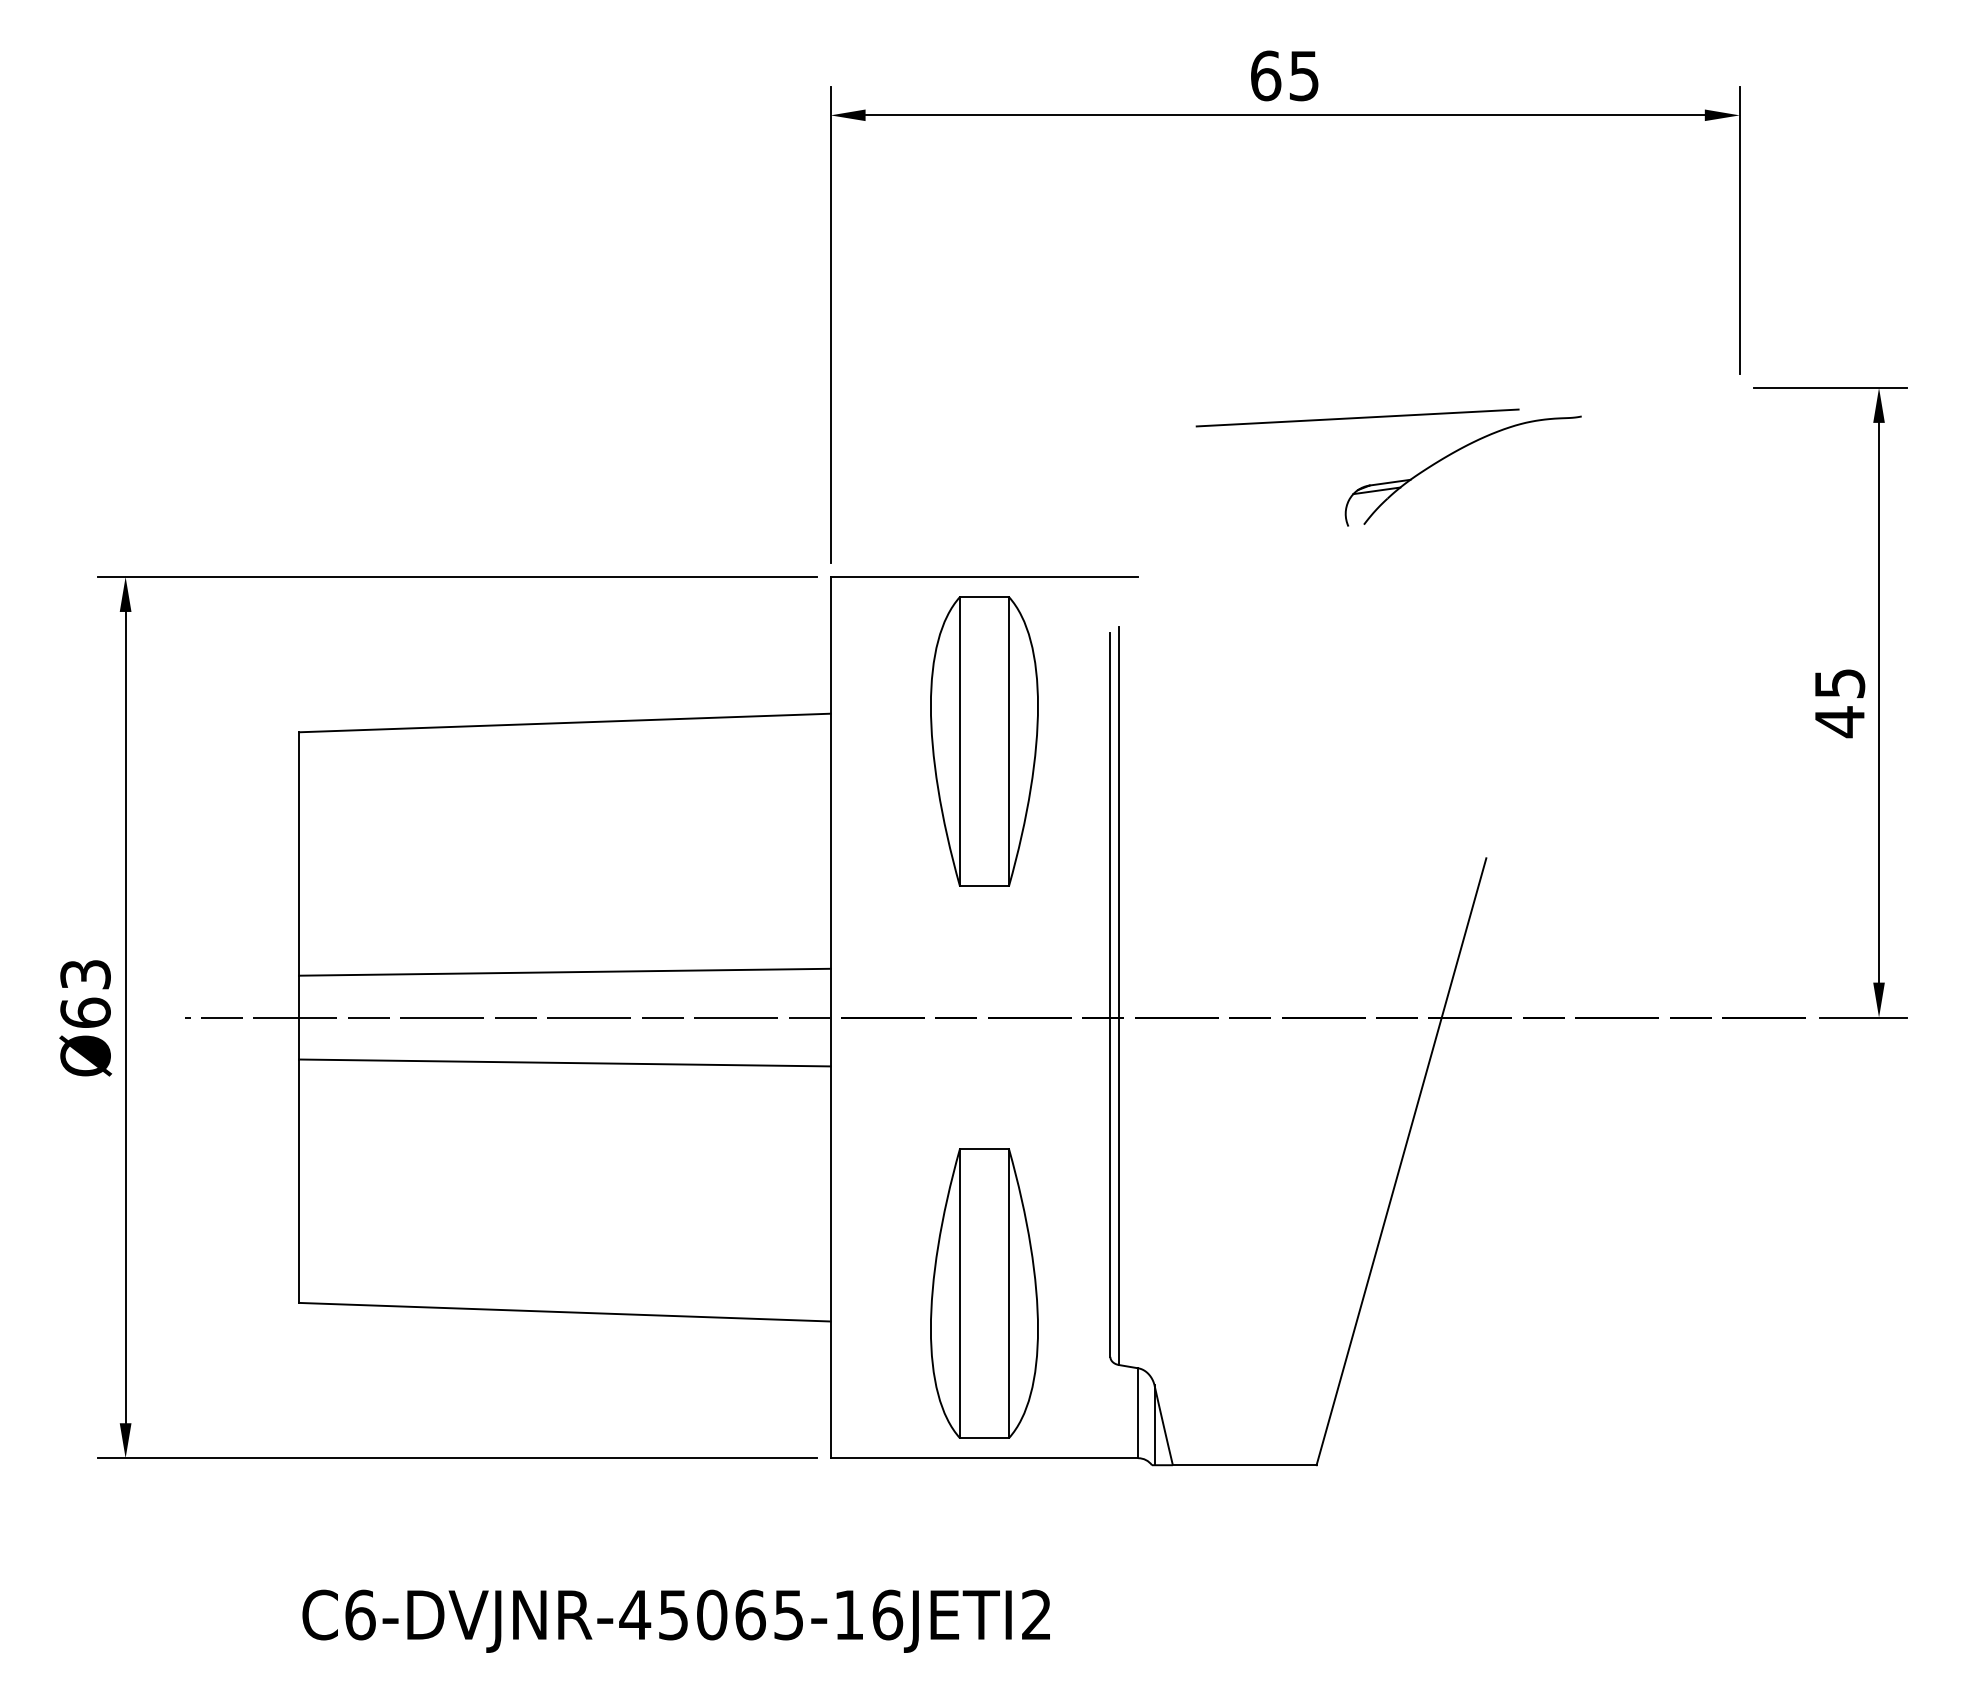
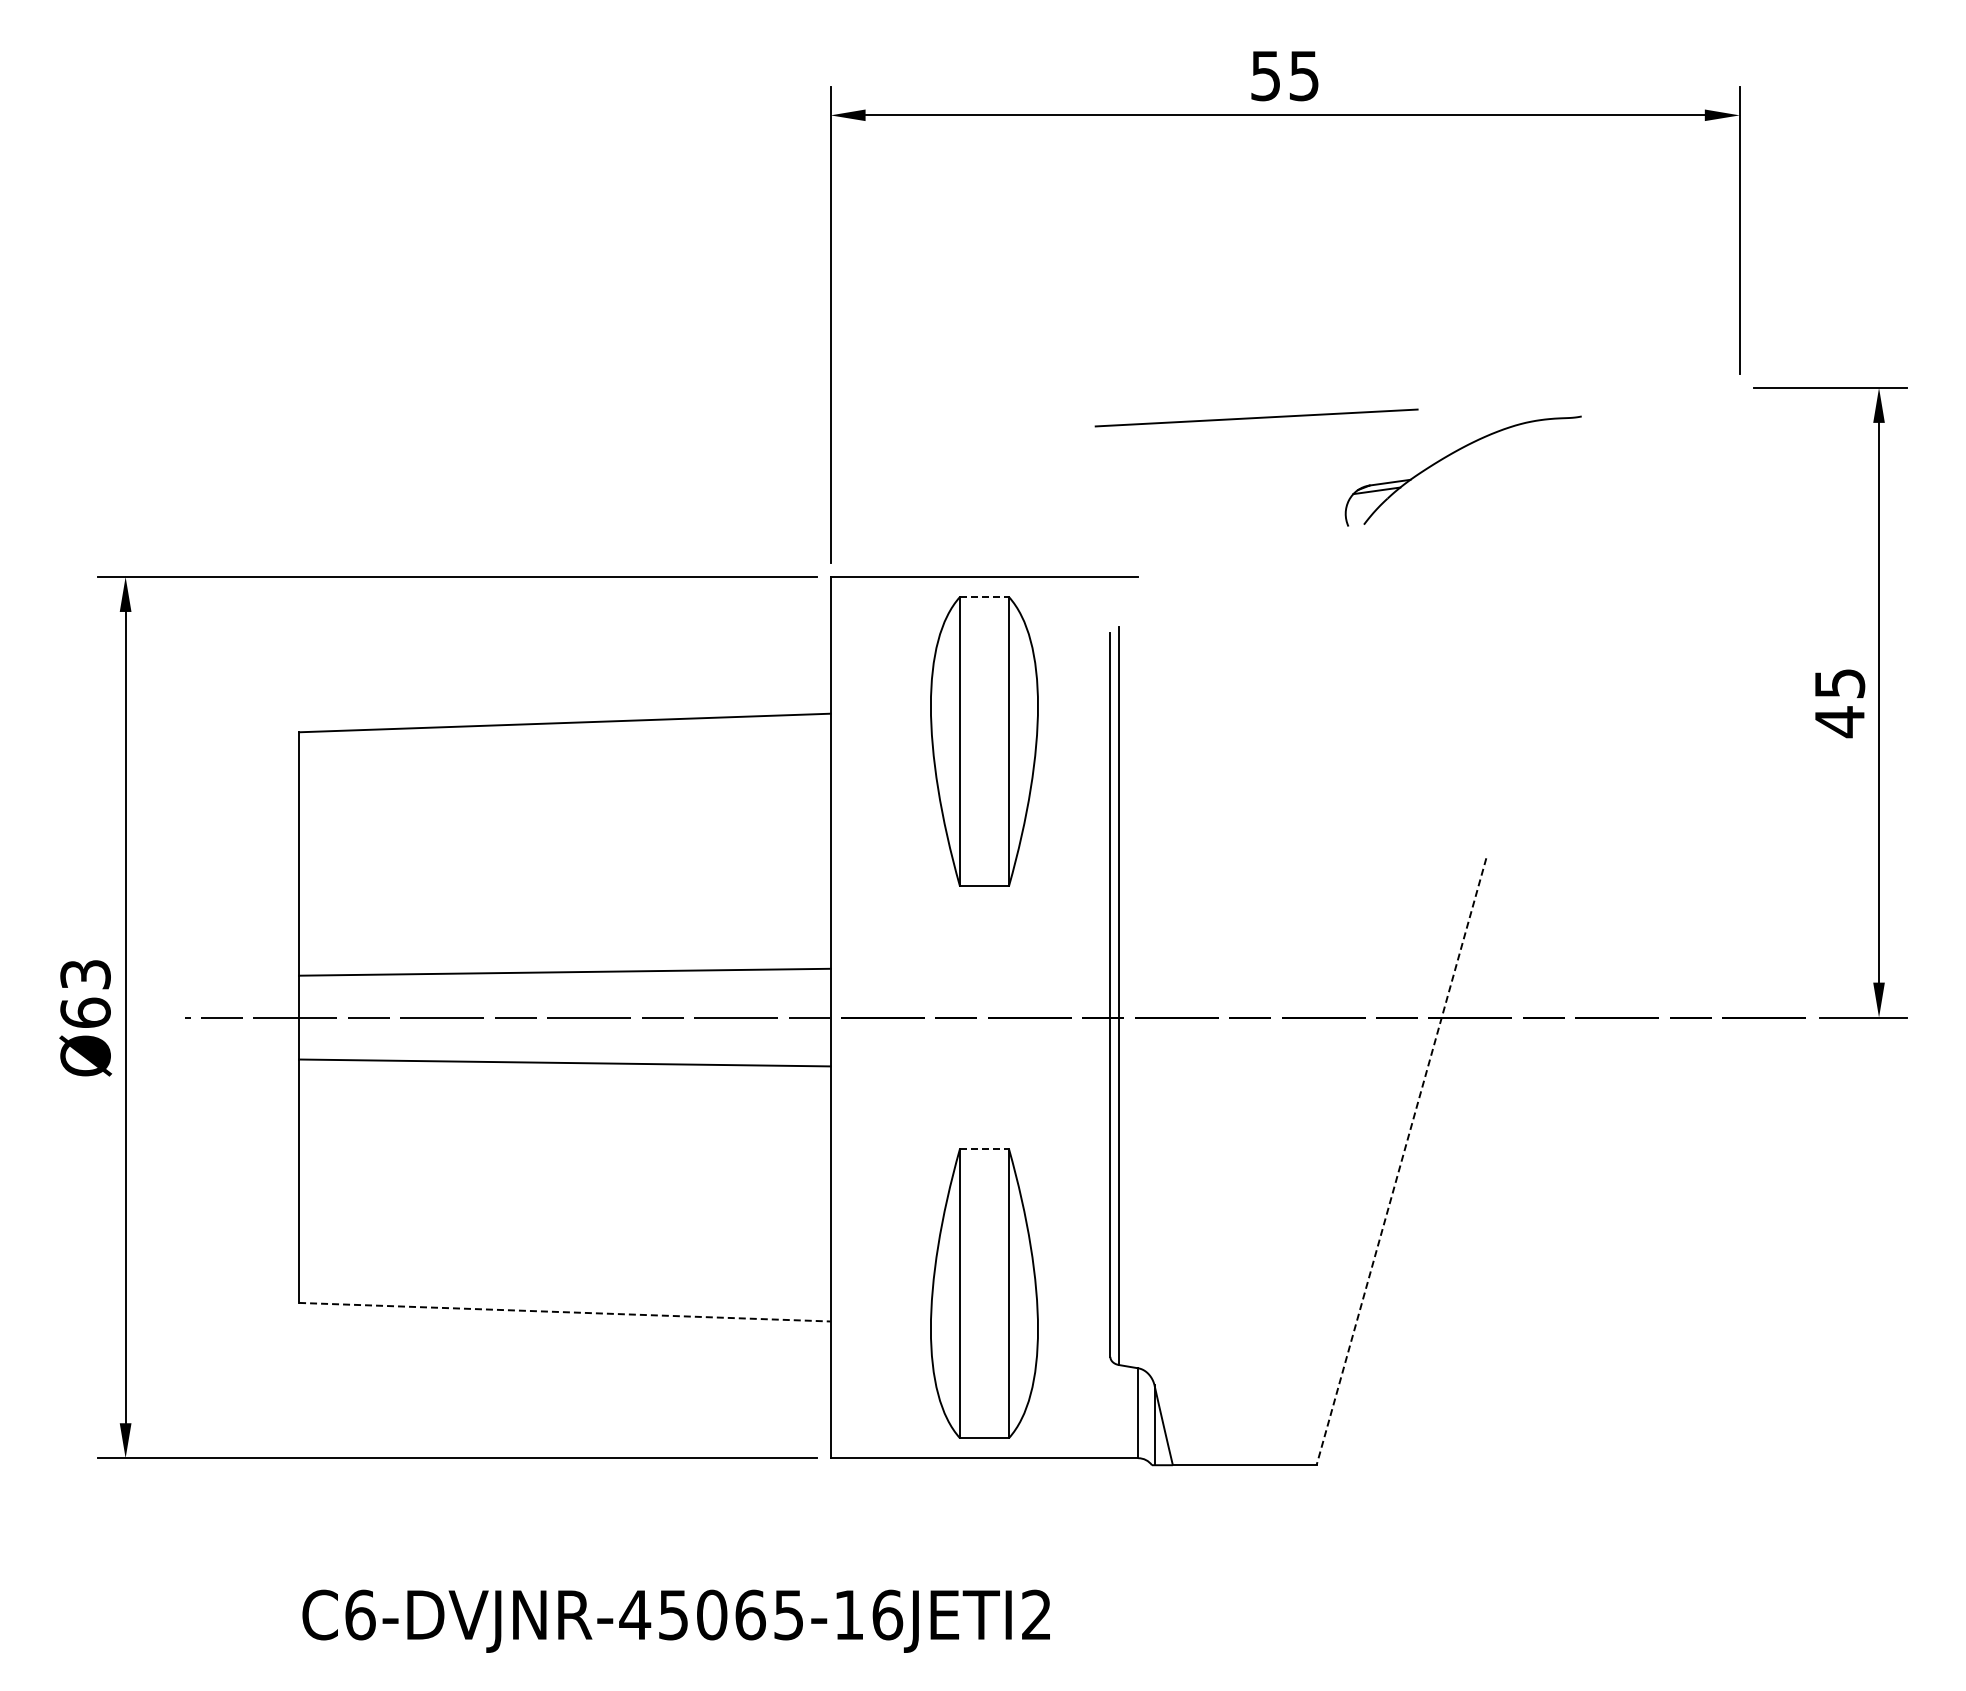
text at (1266, 75): 65 -> 55
line at (1357, 417) position: (1357, 417) -> (1256, 417)
line at (984, 597): solid -> dashed
line at (984, 1148): solid -> dashed
line at (1401, 1162): solid -> dashed
line at (564, 1312): solid -> dashed
